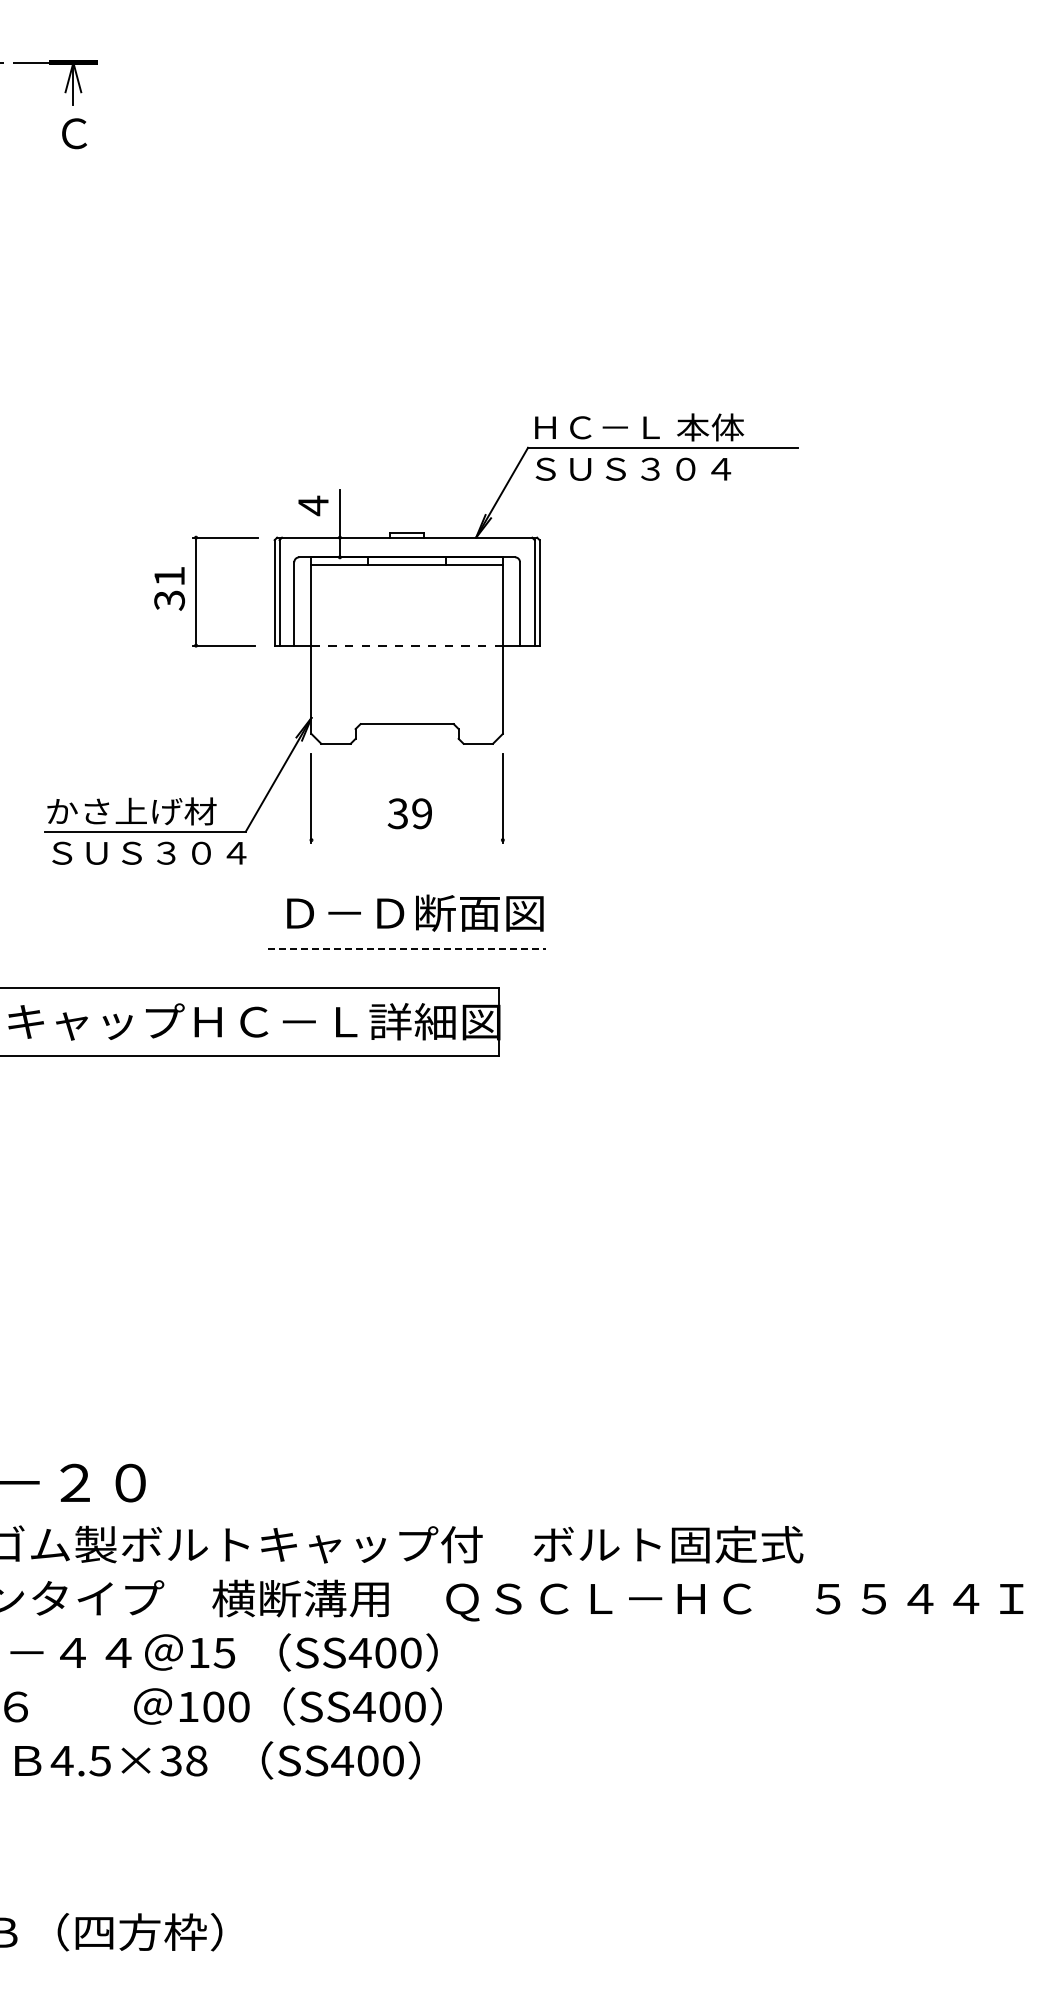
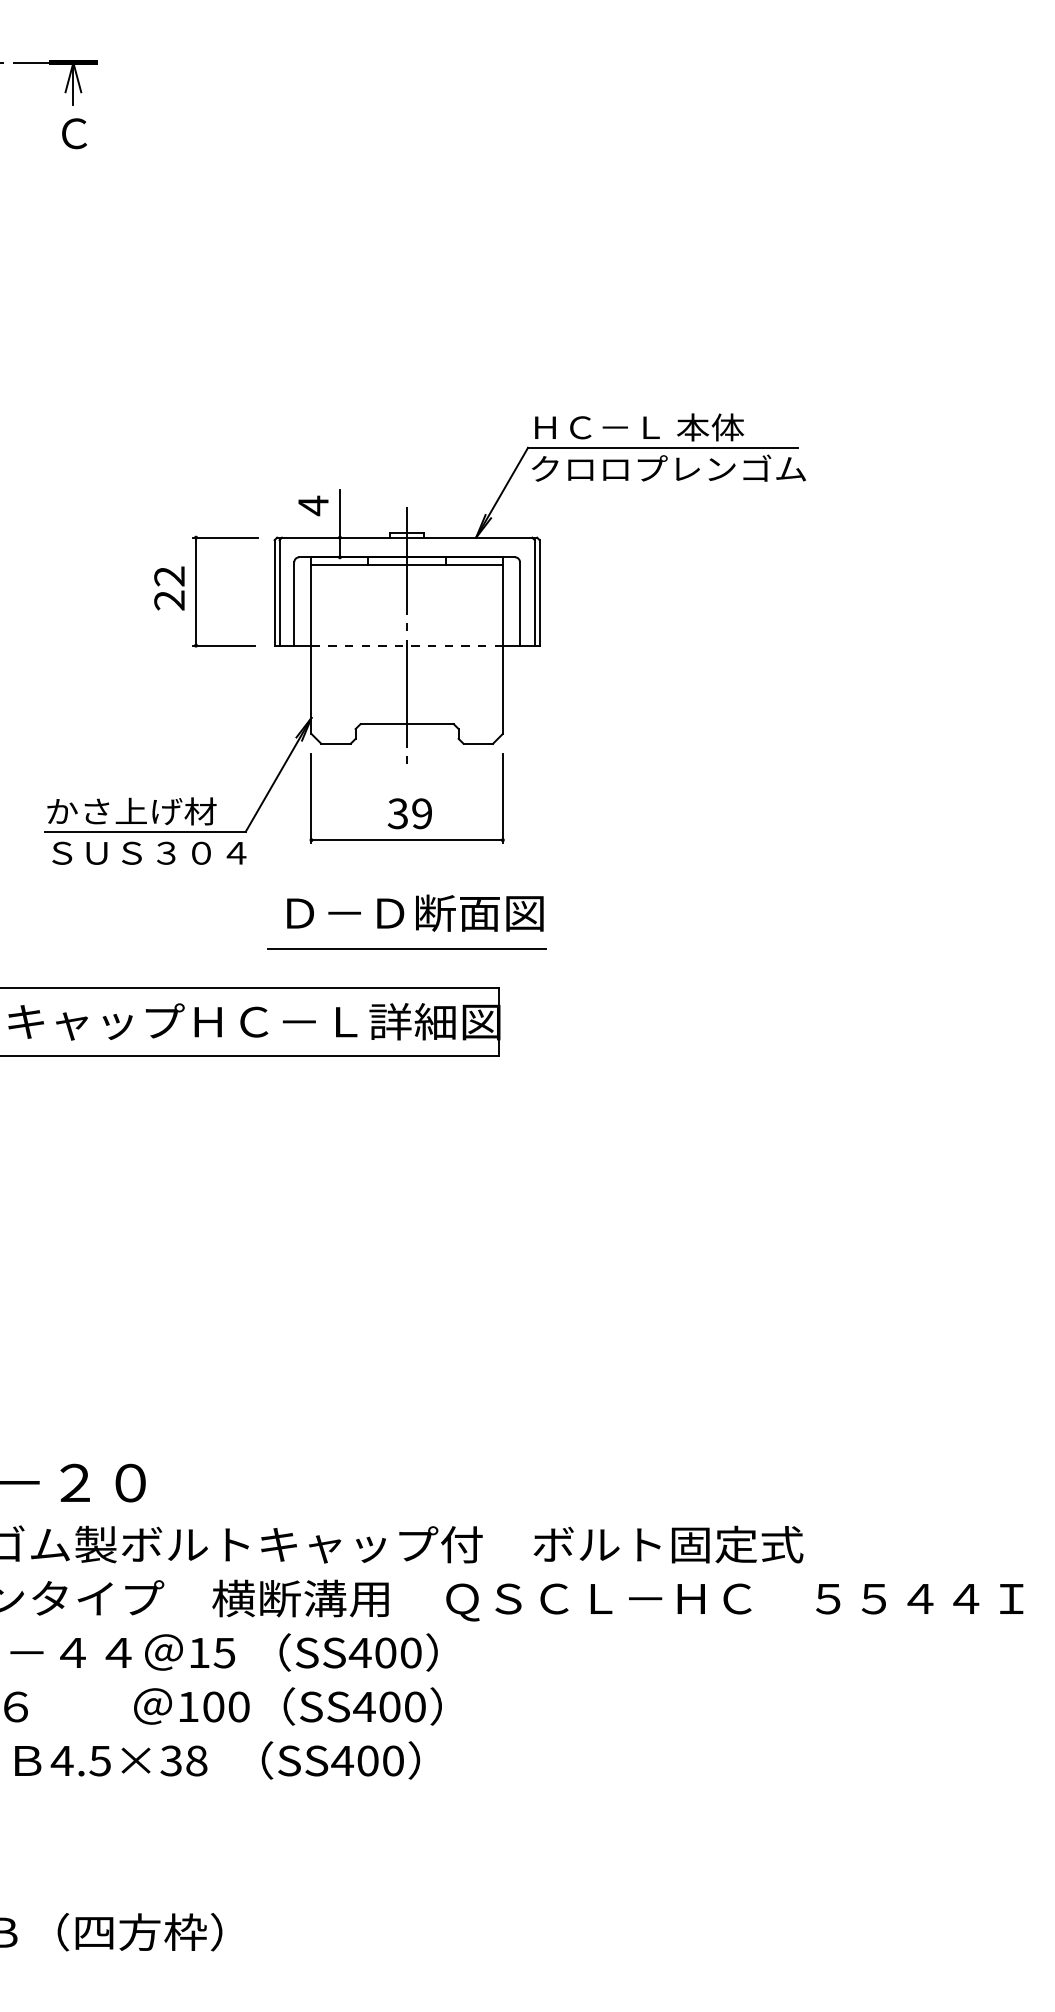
text at (668, 467): ＳＵＳ３０４ -> クロロプレンゴム
text at (169, 588): 31 -> 22
line at (407, 634): none -> present
line at (406, 840): none -> present
line at (407, 948): dashed -> solid
